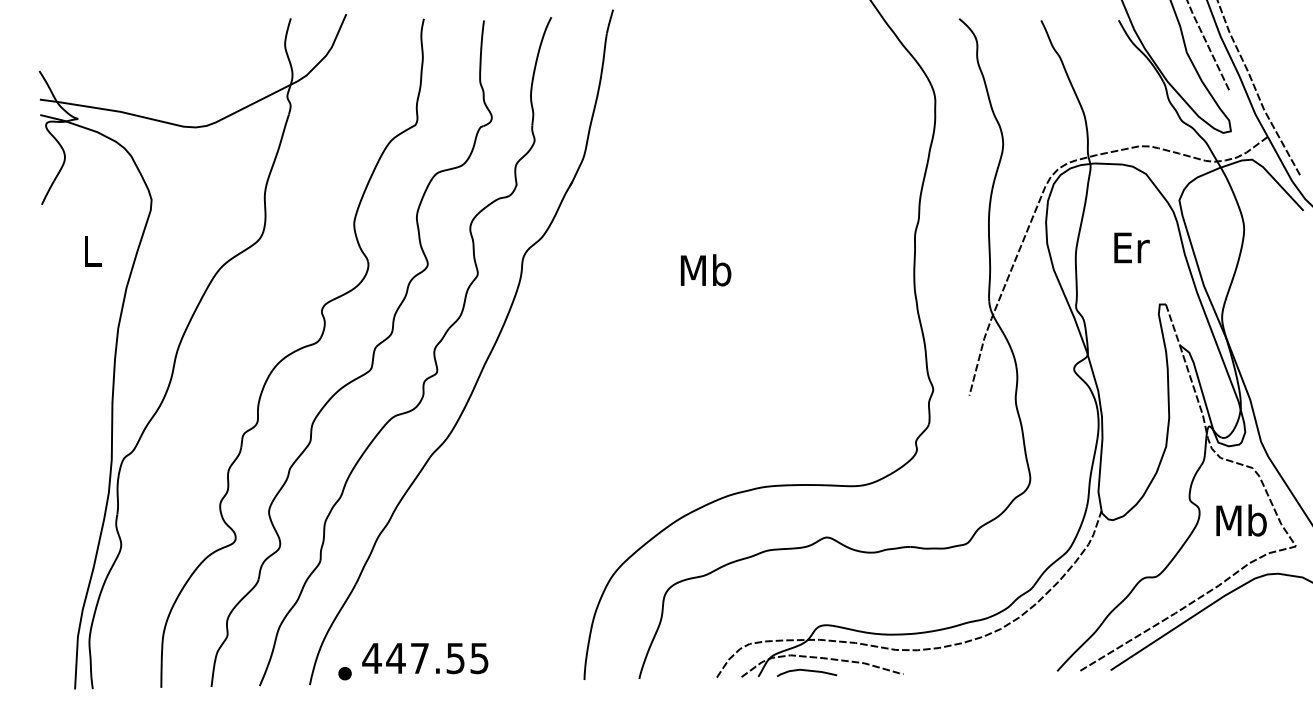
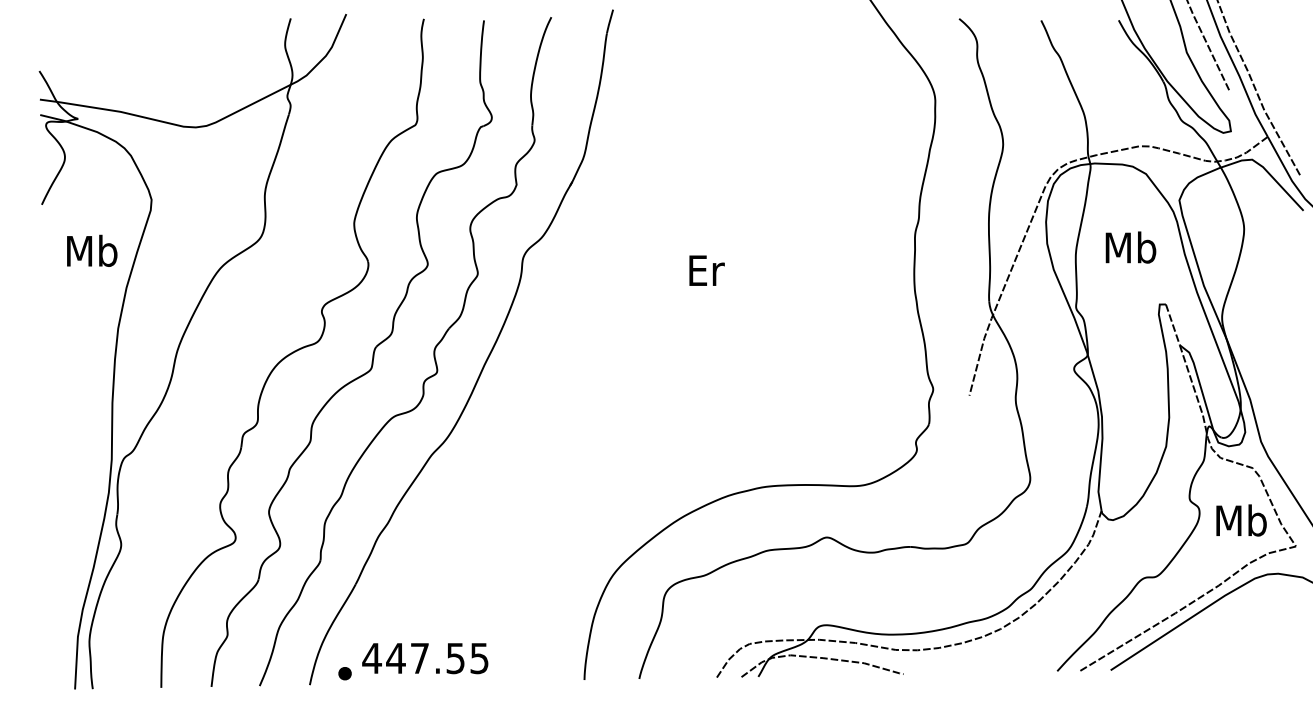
text at (1130, 247): Er -> Mb
text at (92, 250): L -> Mb
text at (705, 270): Mb -> Er
curve at (807, 671): present -> none
